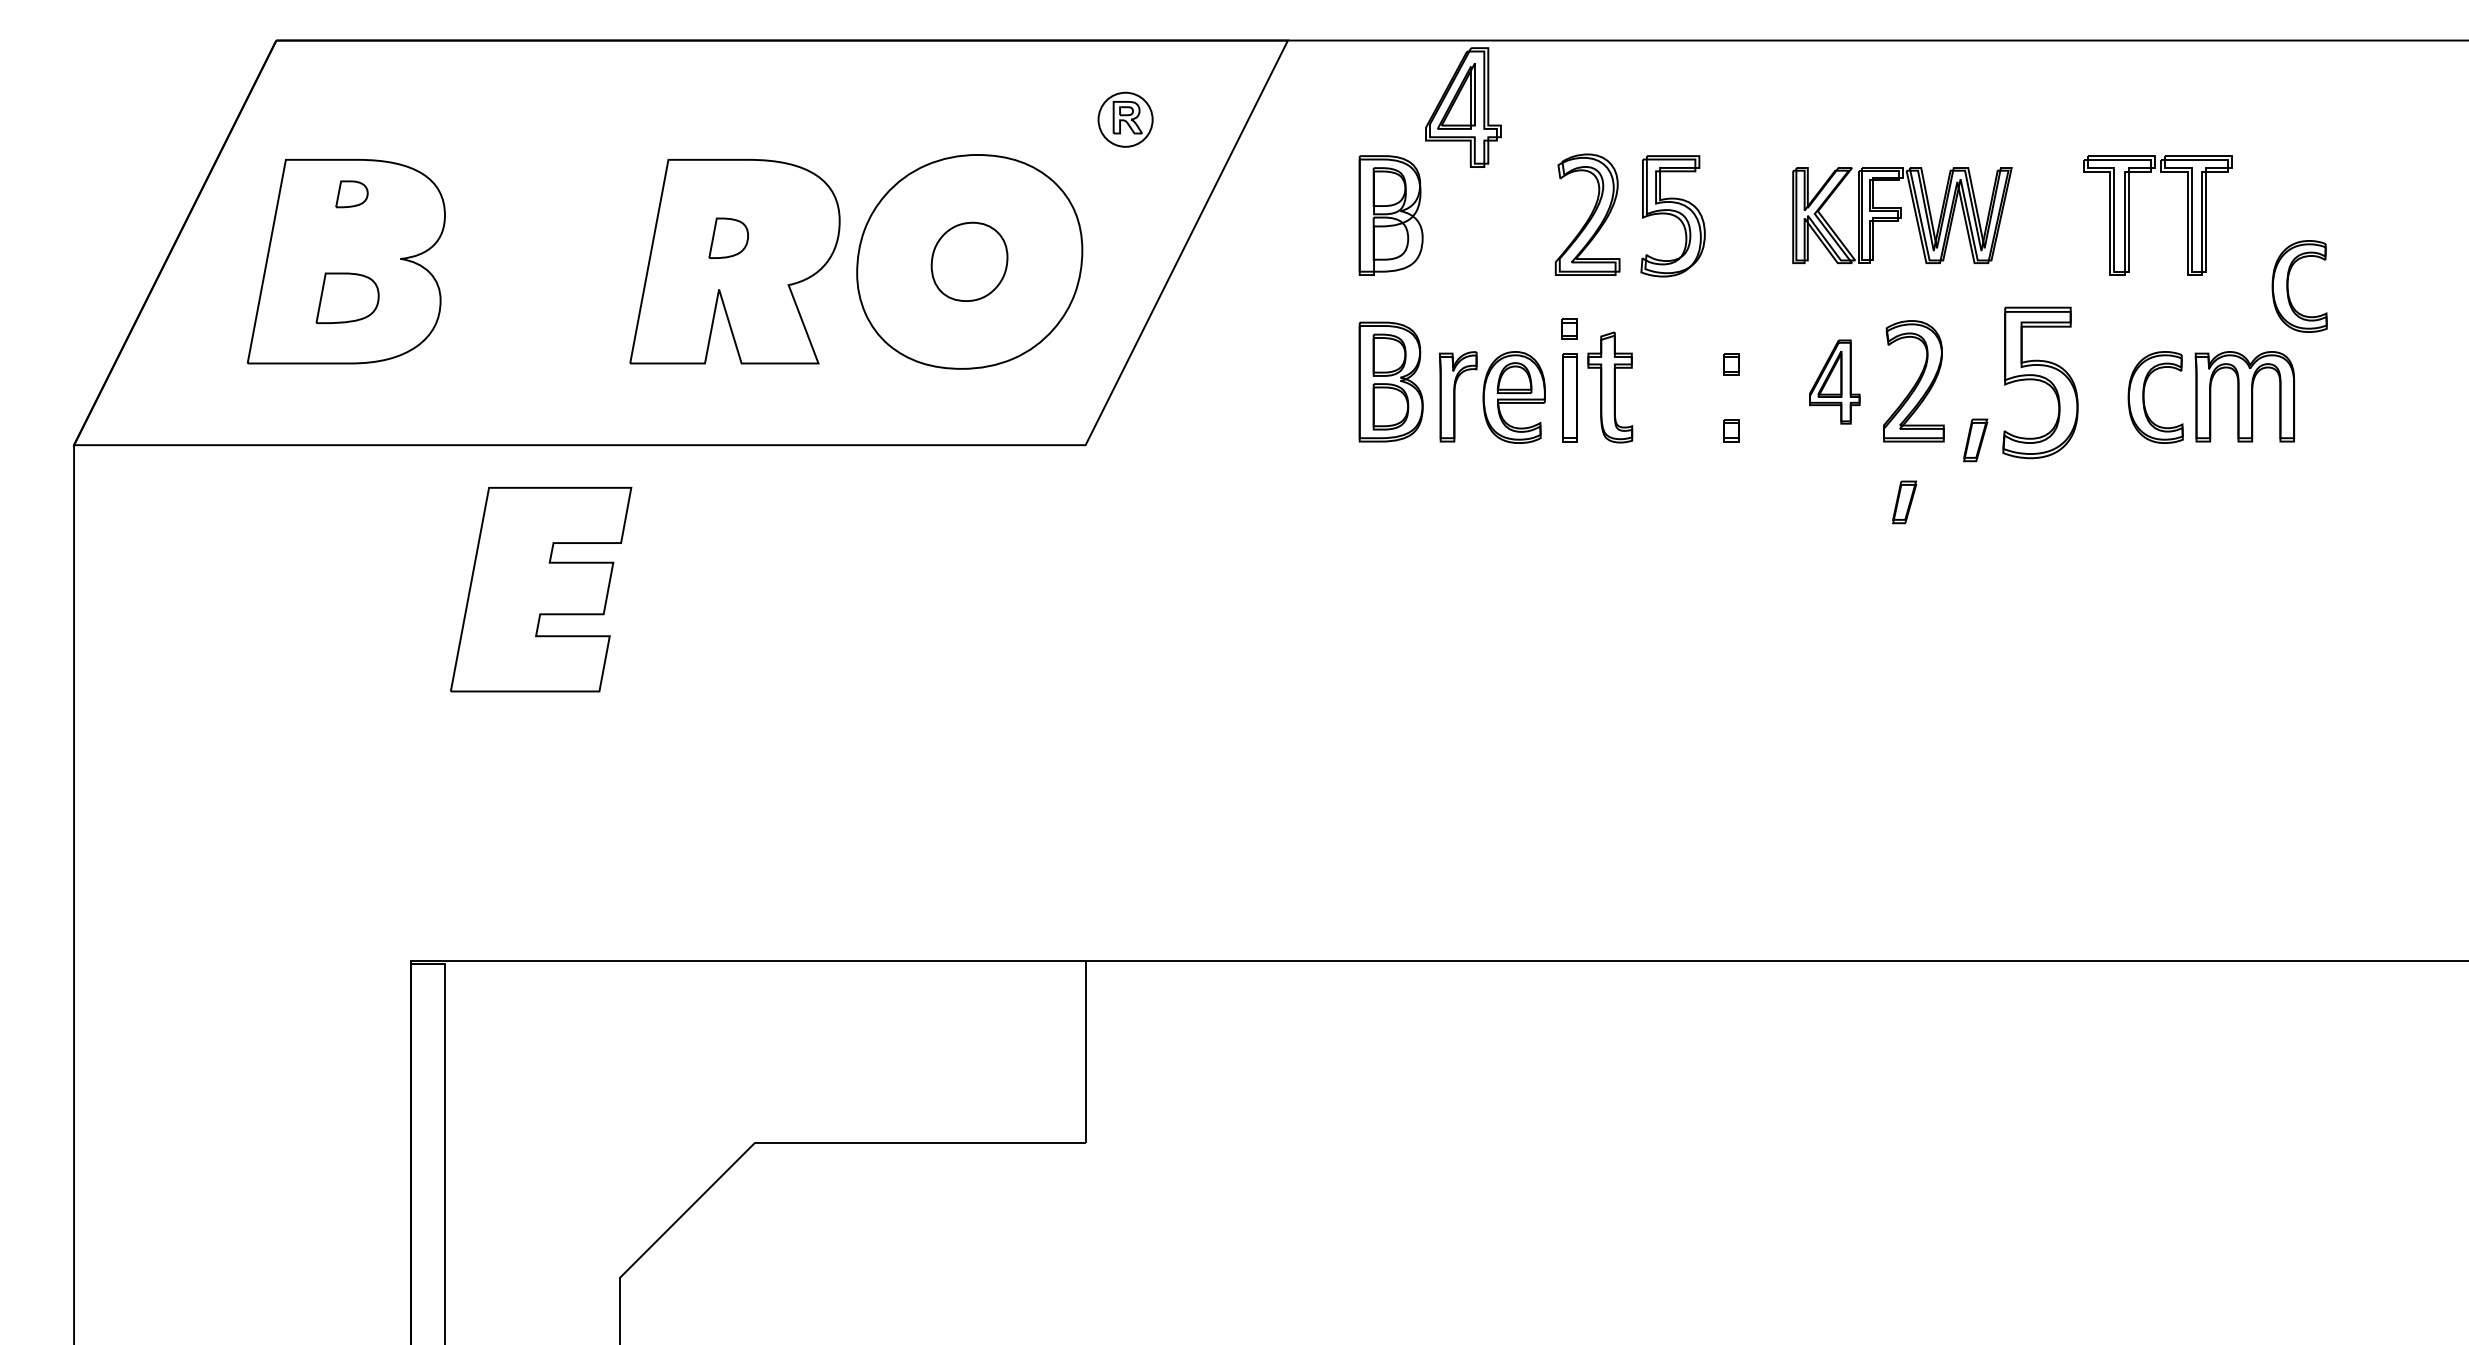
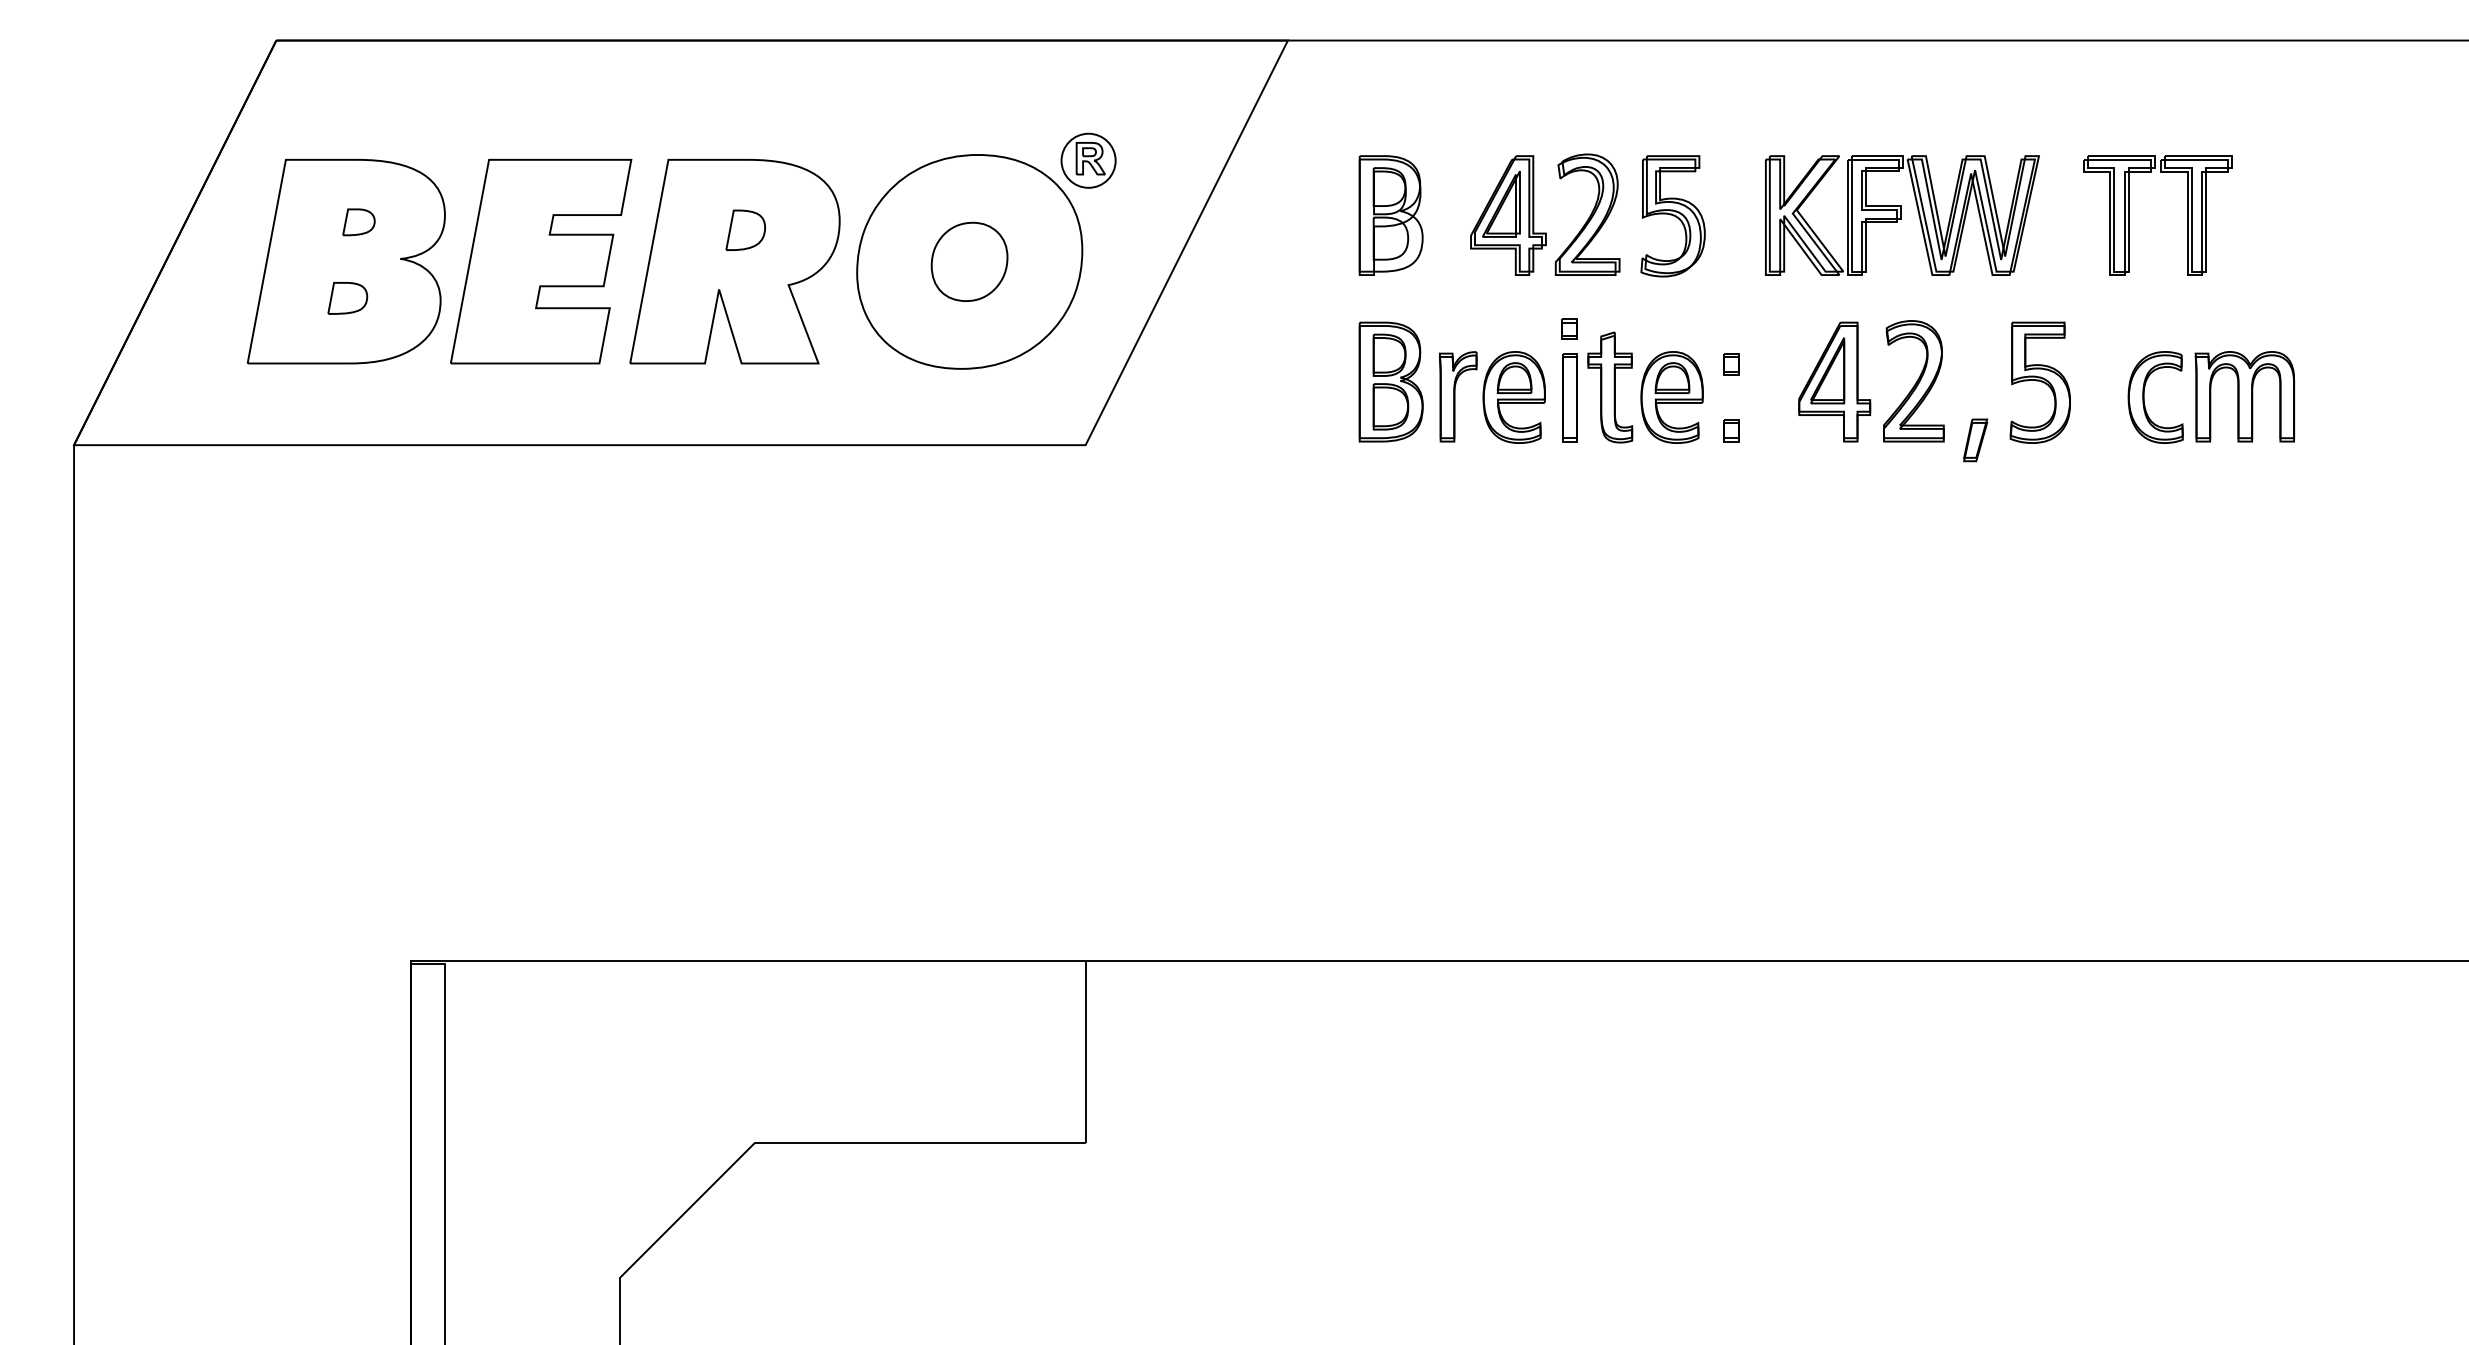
part at (1463, 107) position: (1463, 107) -> (1508, 215)
part at (1125, 119) position: (1125, 119) -> (1088, 160)
part at (351, 194) position: (351, 194) -> (358, 222)
part at (1902, 215) size: 221x97 px -> 275x121 px
part at (728, 237) position: (728, 237) -> (745, 229)
part at (2288, 286): present -> none
part at (347, 298) size: 65x53 px -> 42x33 px
part at (1834, 381) size: 52x86 px -> 74x122 px
part at (2040, 382) size: 77x154 px -> 62x123 px
part at (1671, 397): none -> present
part at (1904, 502): present -> none
part at (541, 589) position: (541, 589) -> (541, 261)
